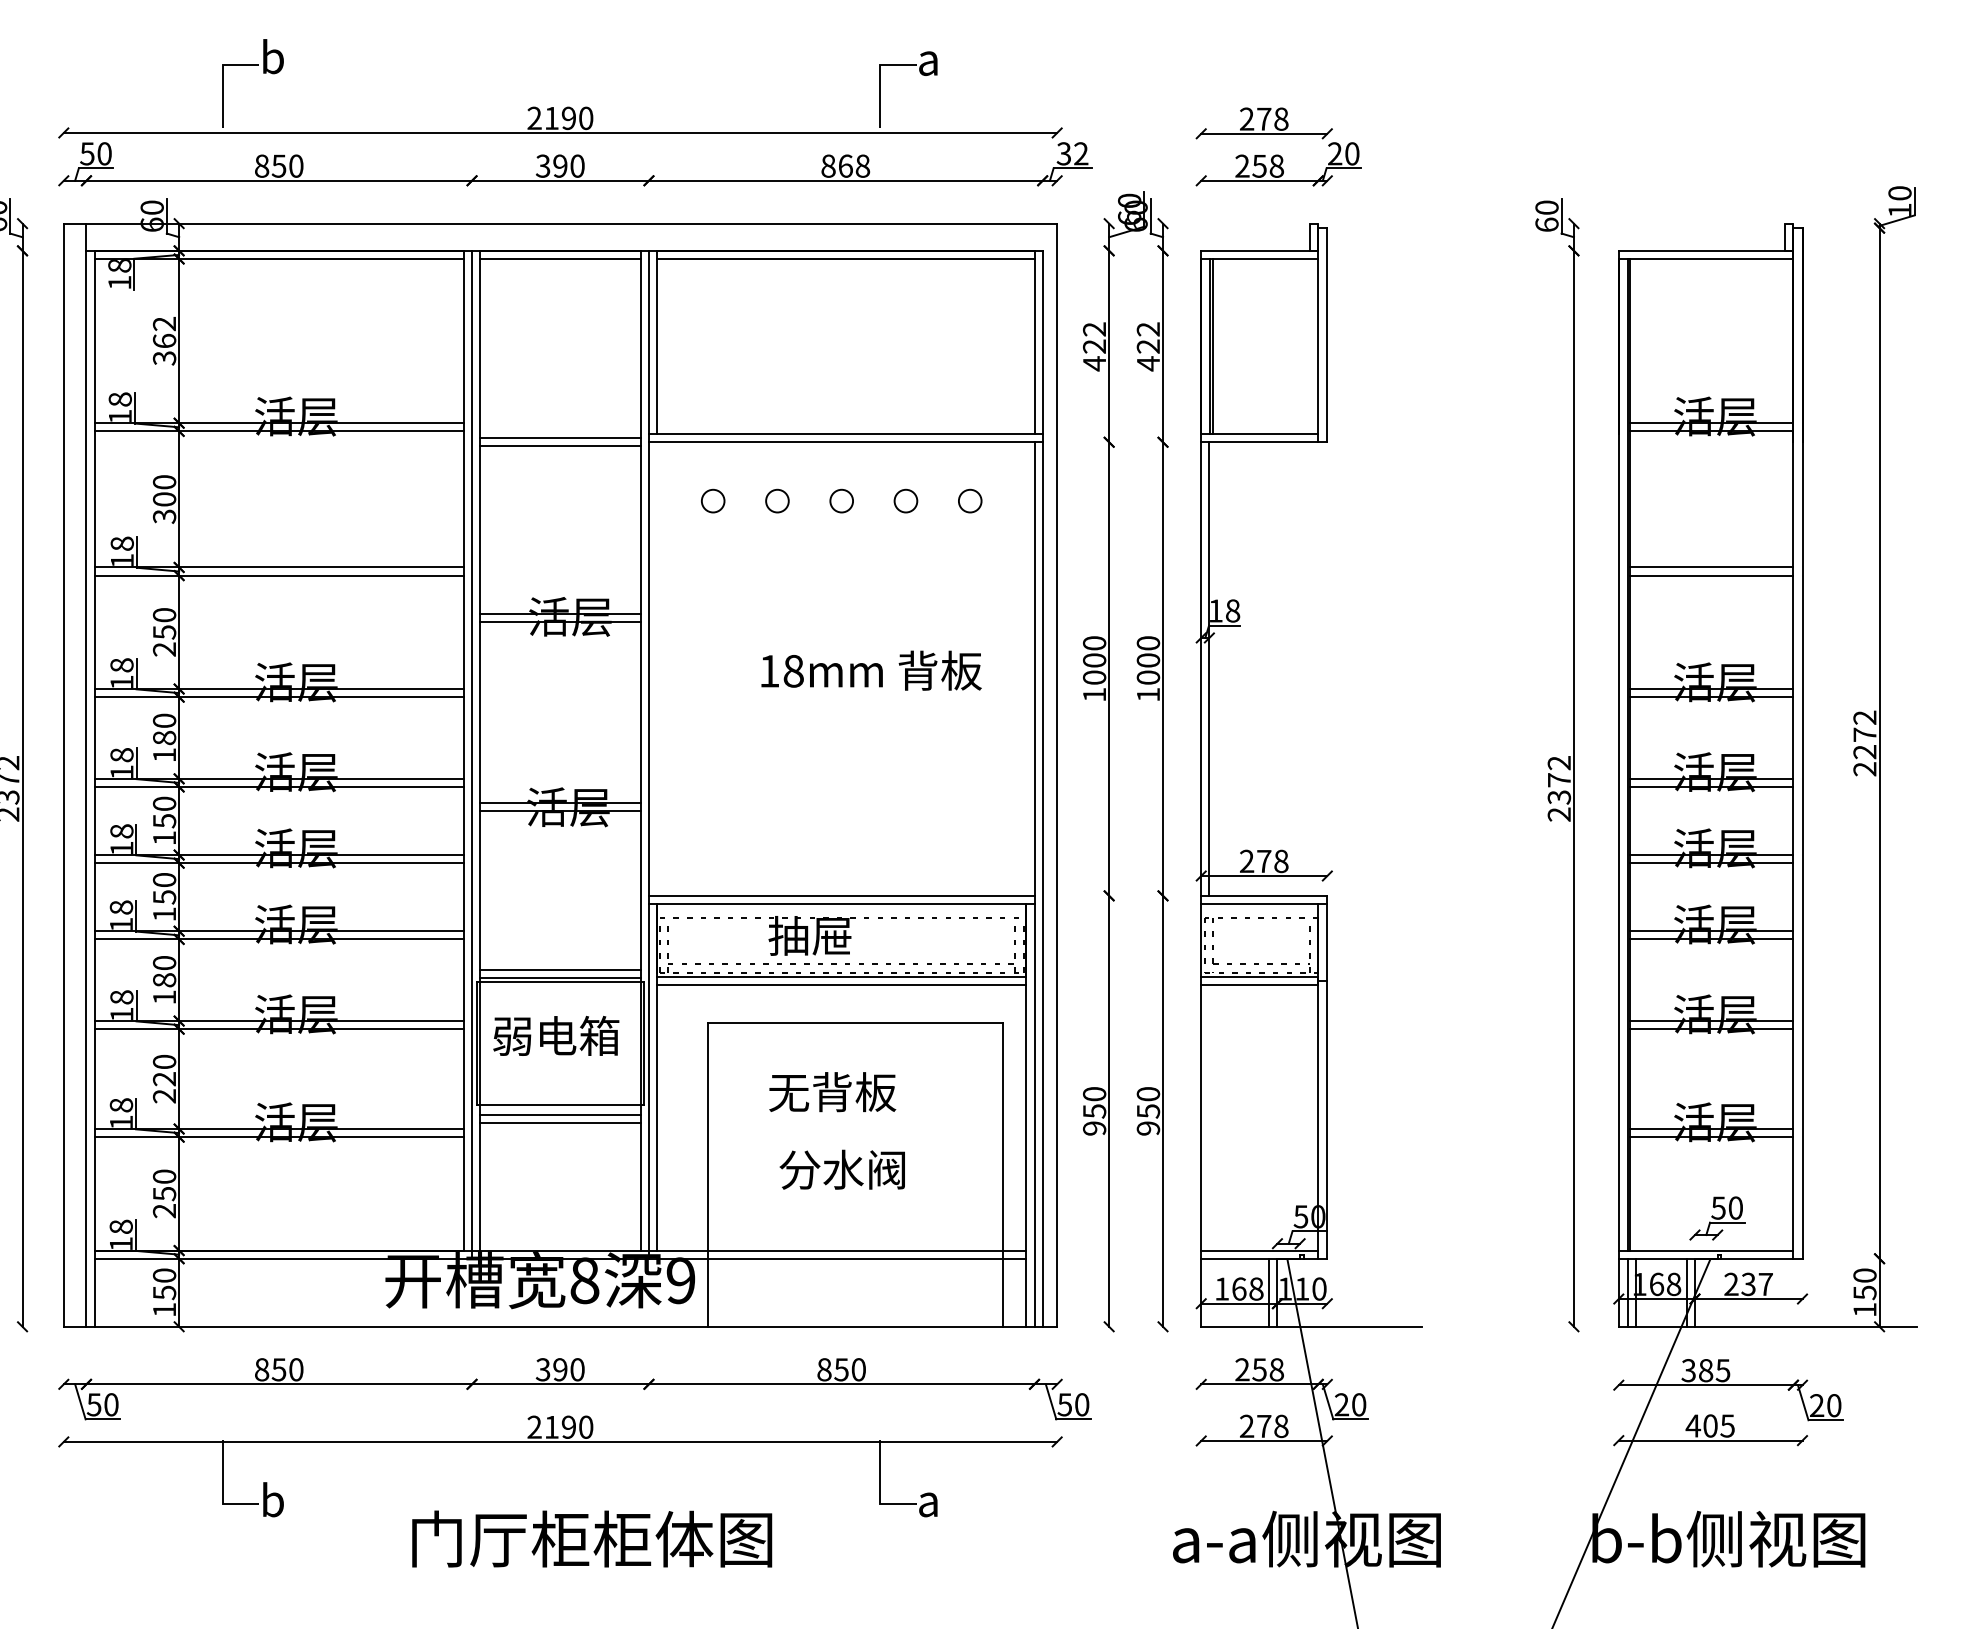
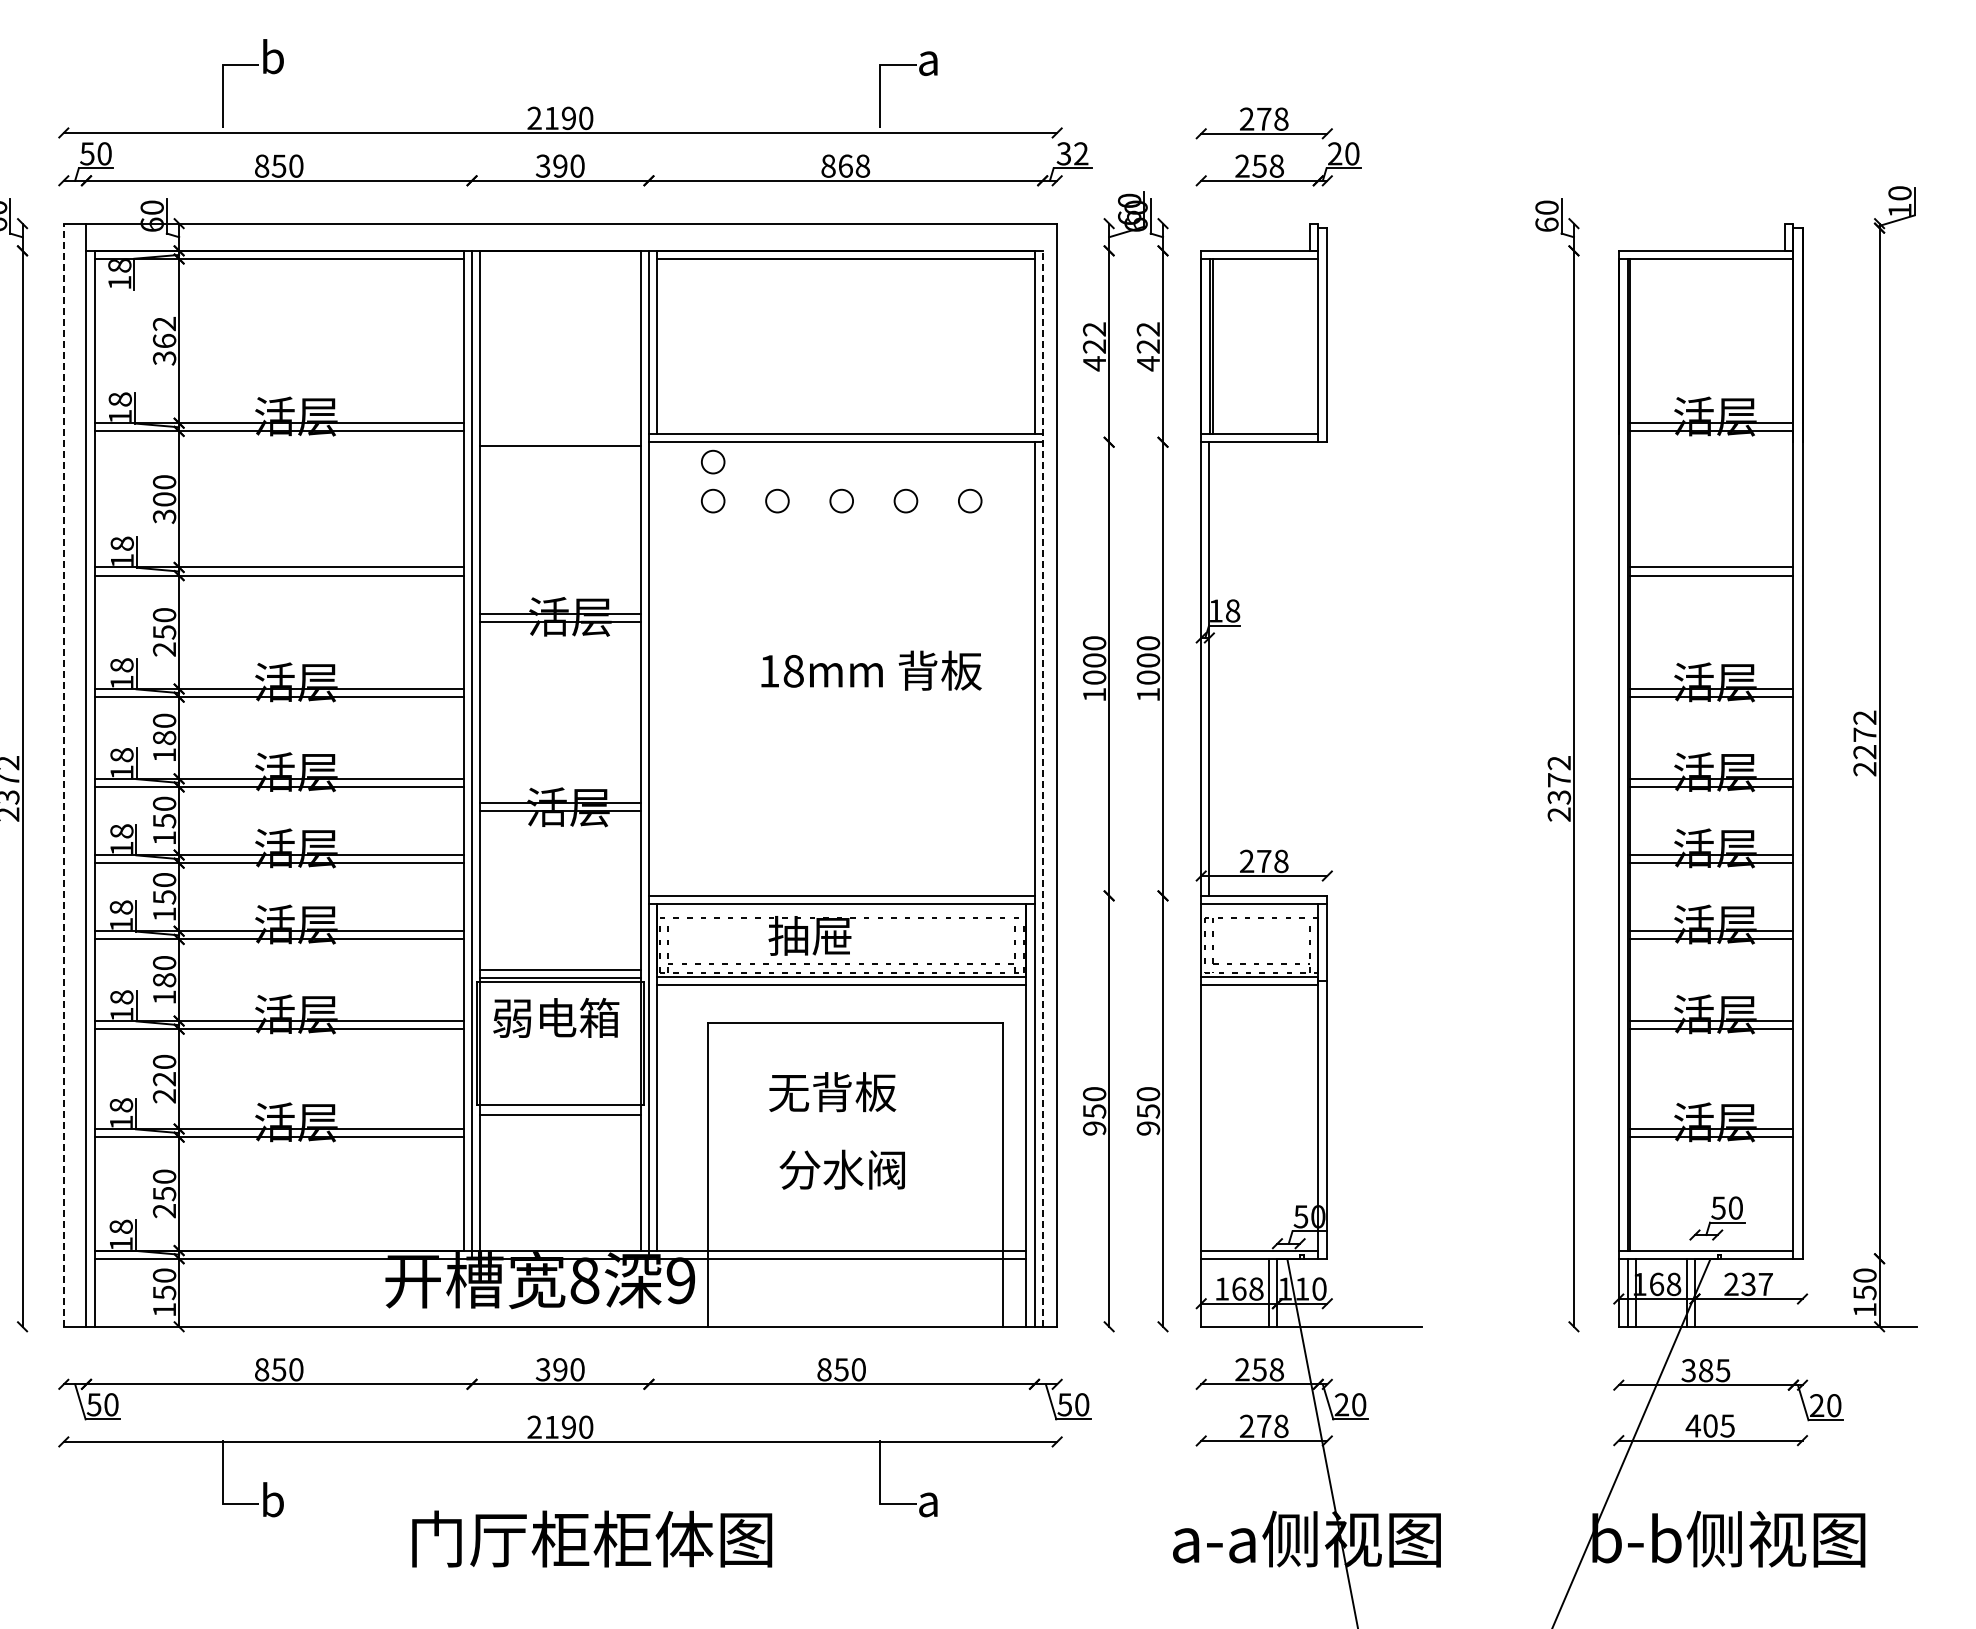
line at (560, 259): present -> none
line at (560, 437): present -> none
circle at (713, 461): none -> present
line at (63, 775): solid -> dashed
line at (1042, 788): solid -> dashed
text at (556, 1035) position: (556, 1035) -> (556, 1017)
line at (560, 1122): present -> none
